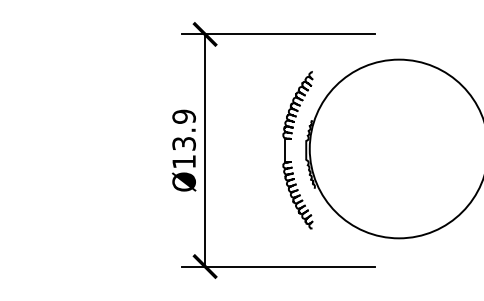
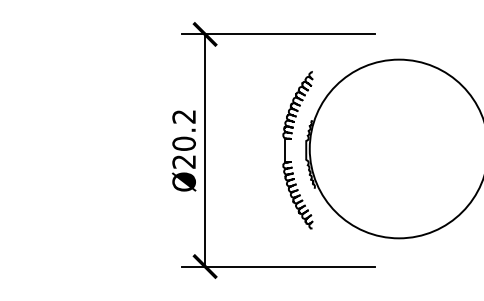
text at (183, 138): Ø13.9 -> Ø20.2
